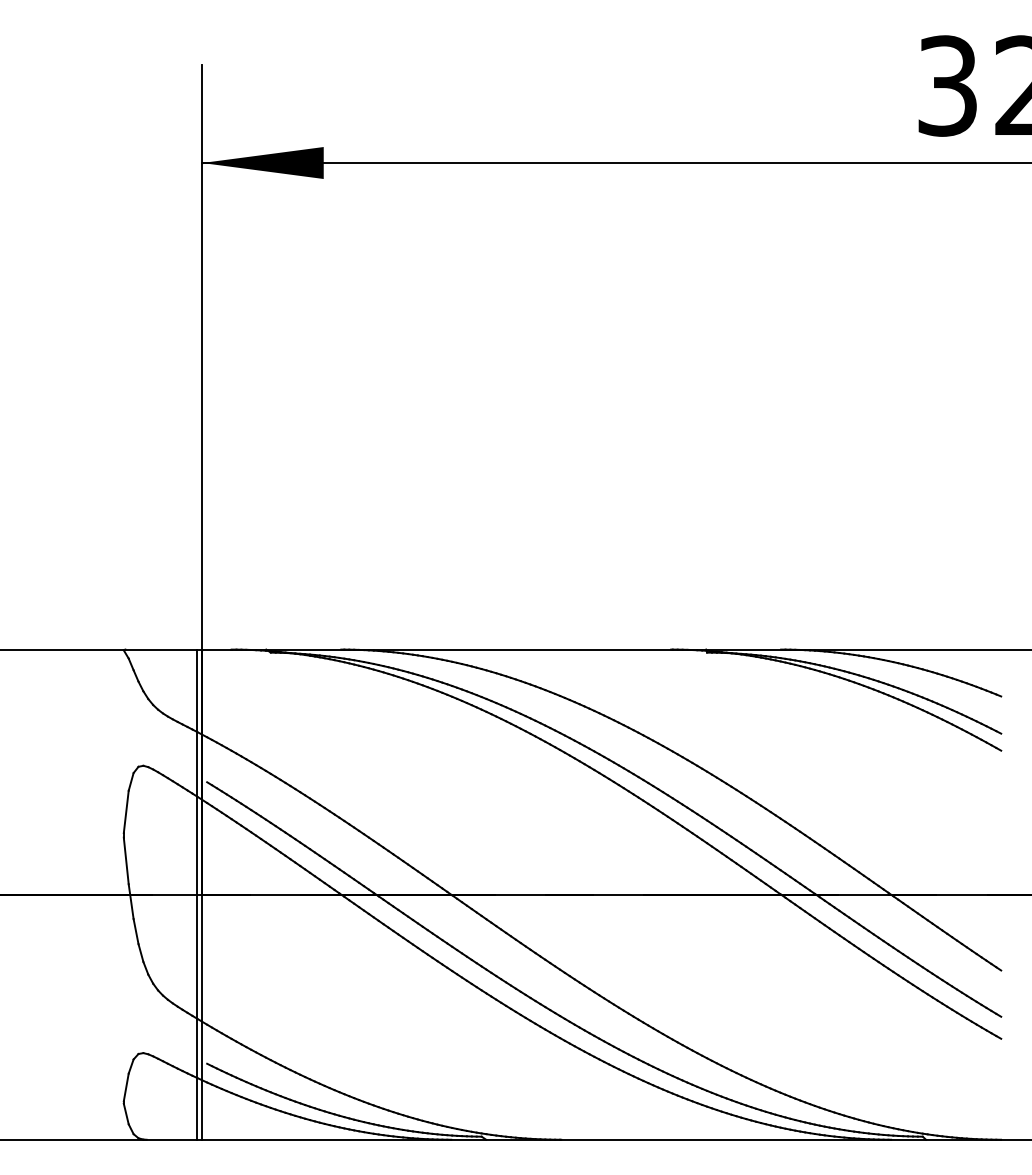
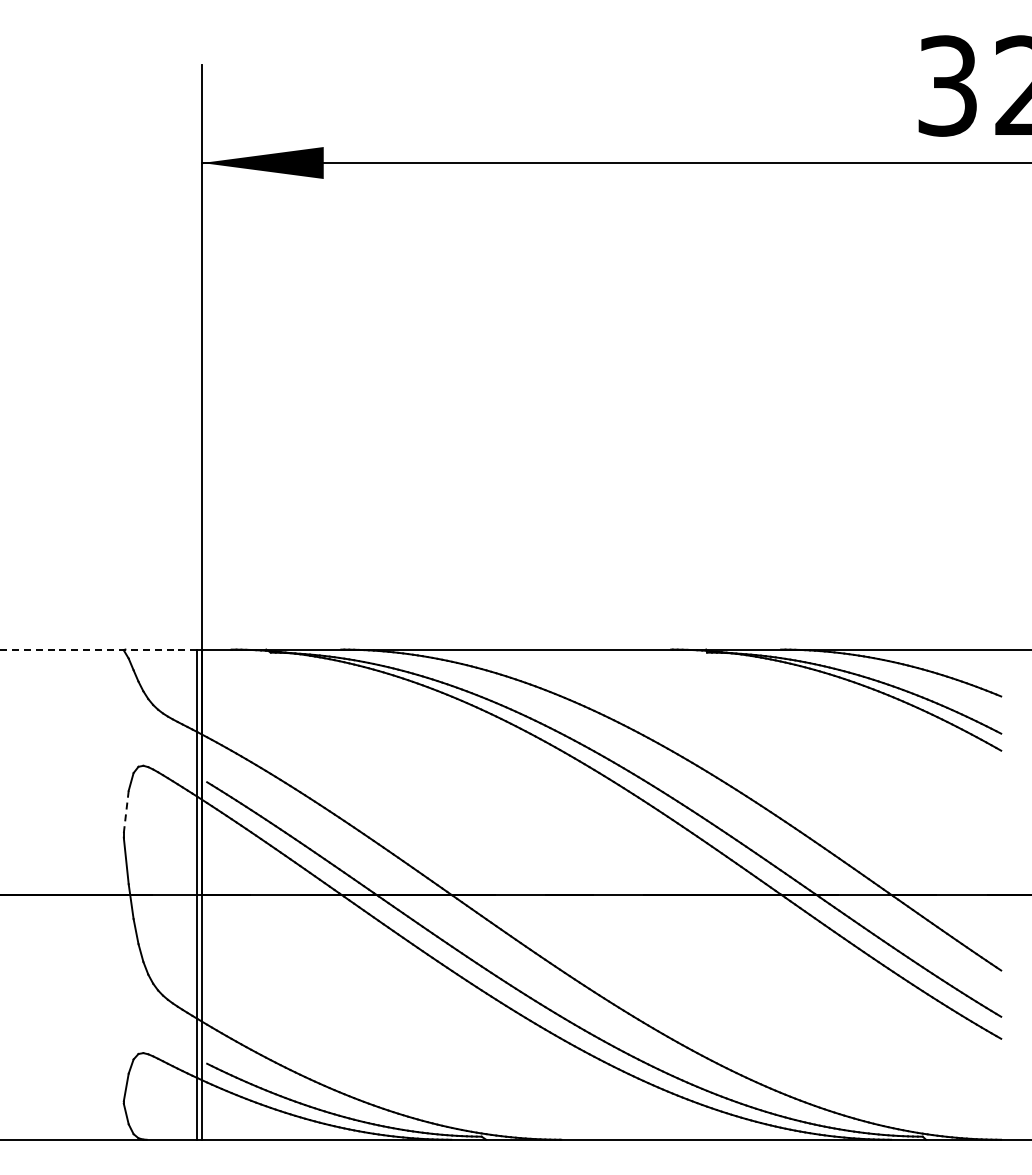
line at (98, 649): solid -> dashed
line at (126, 812): solid -> dashed
